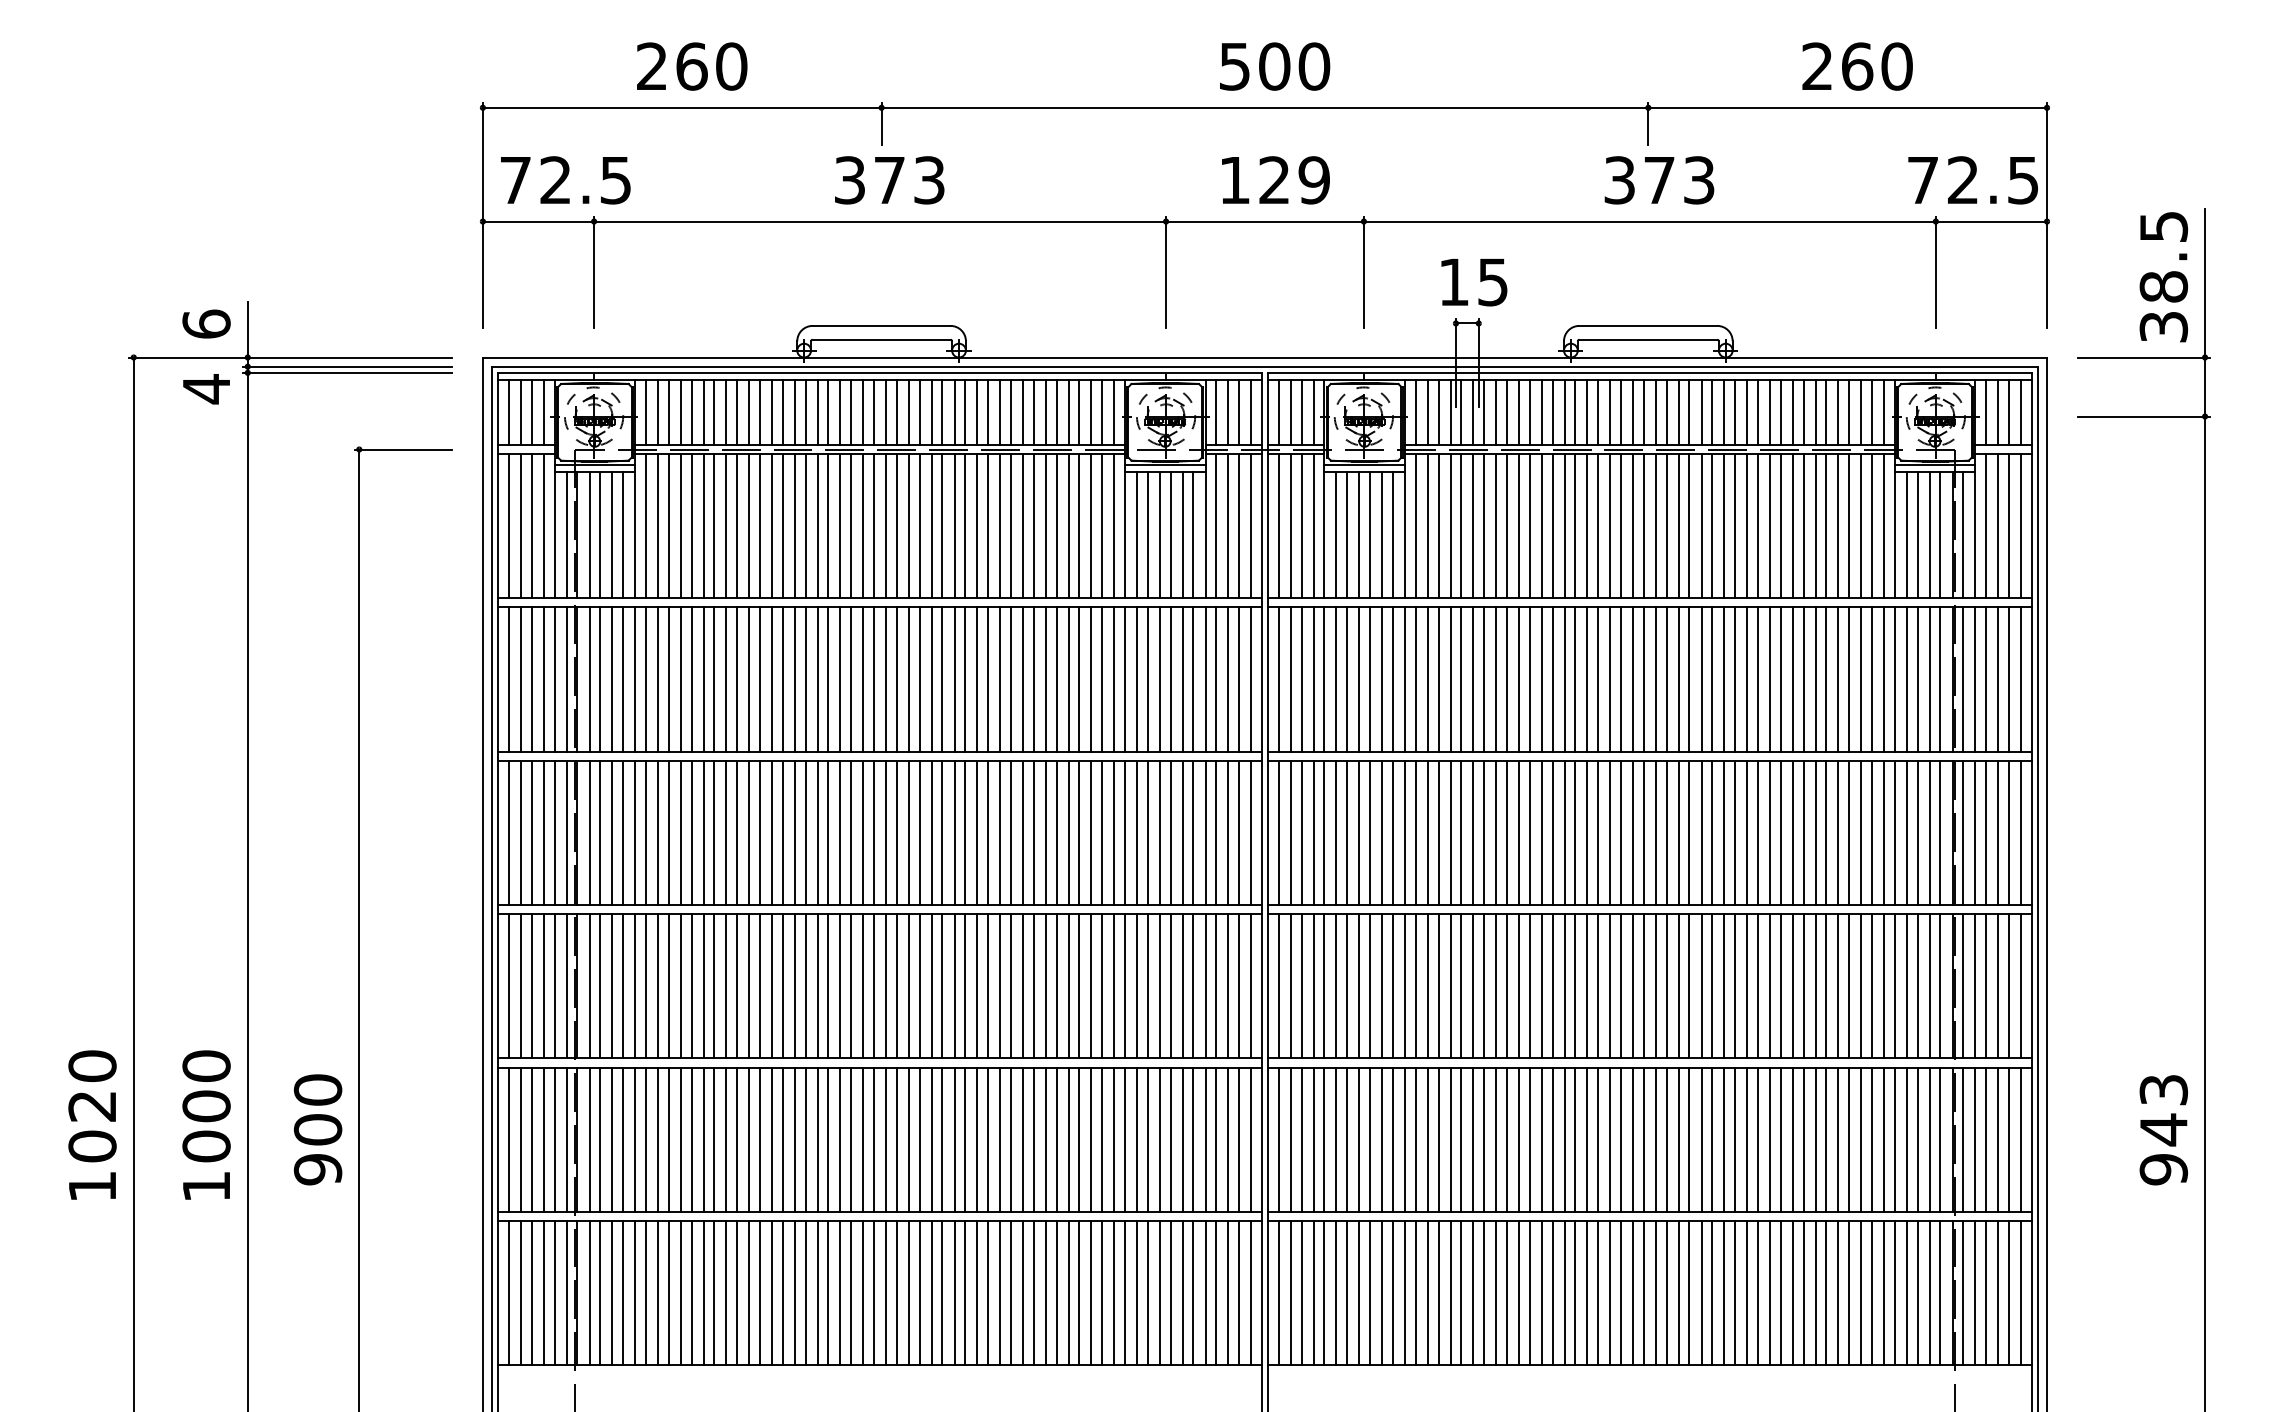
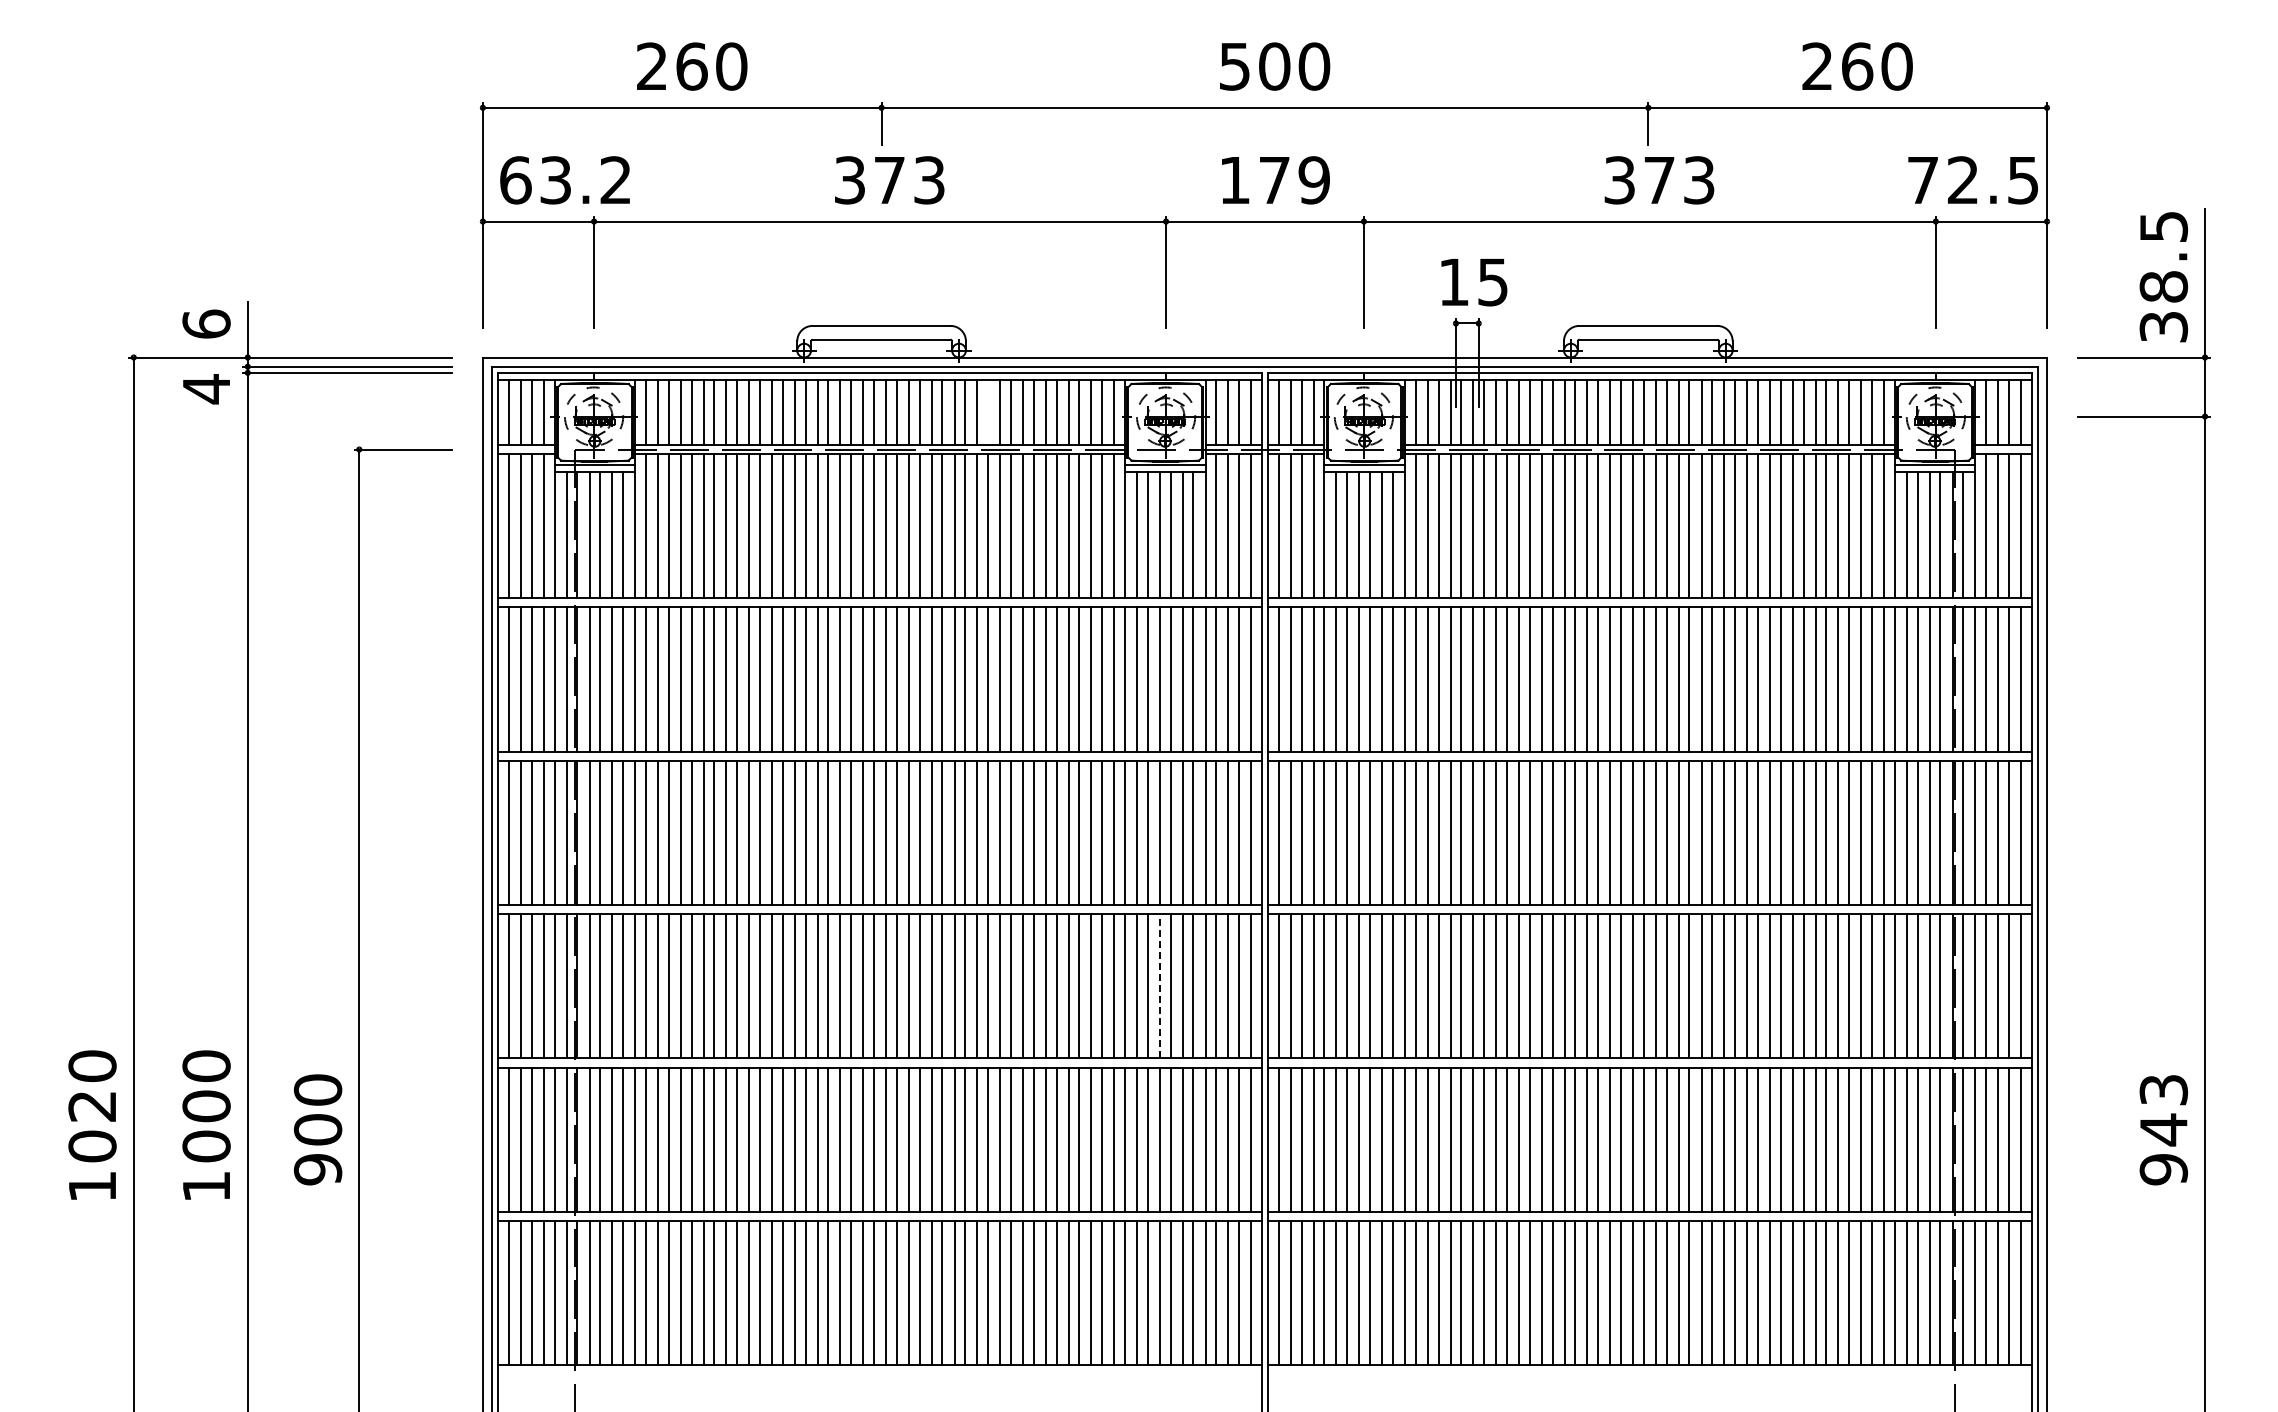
text at (1274, 179): 129 -> 179
text at (565, 180): 72.5 -> 63.2
line at (988, 411): present -> none
line at (1159, 985): solid -> dashed
